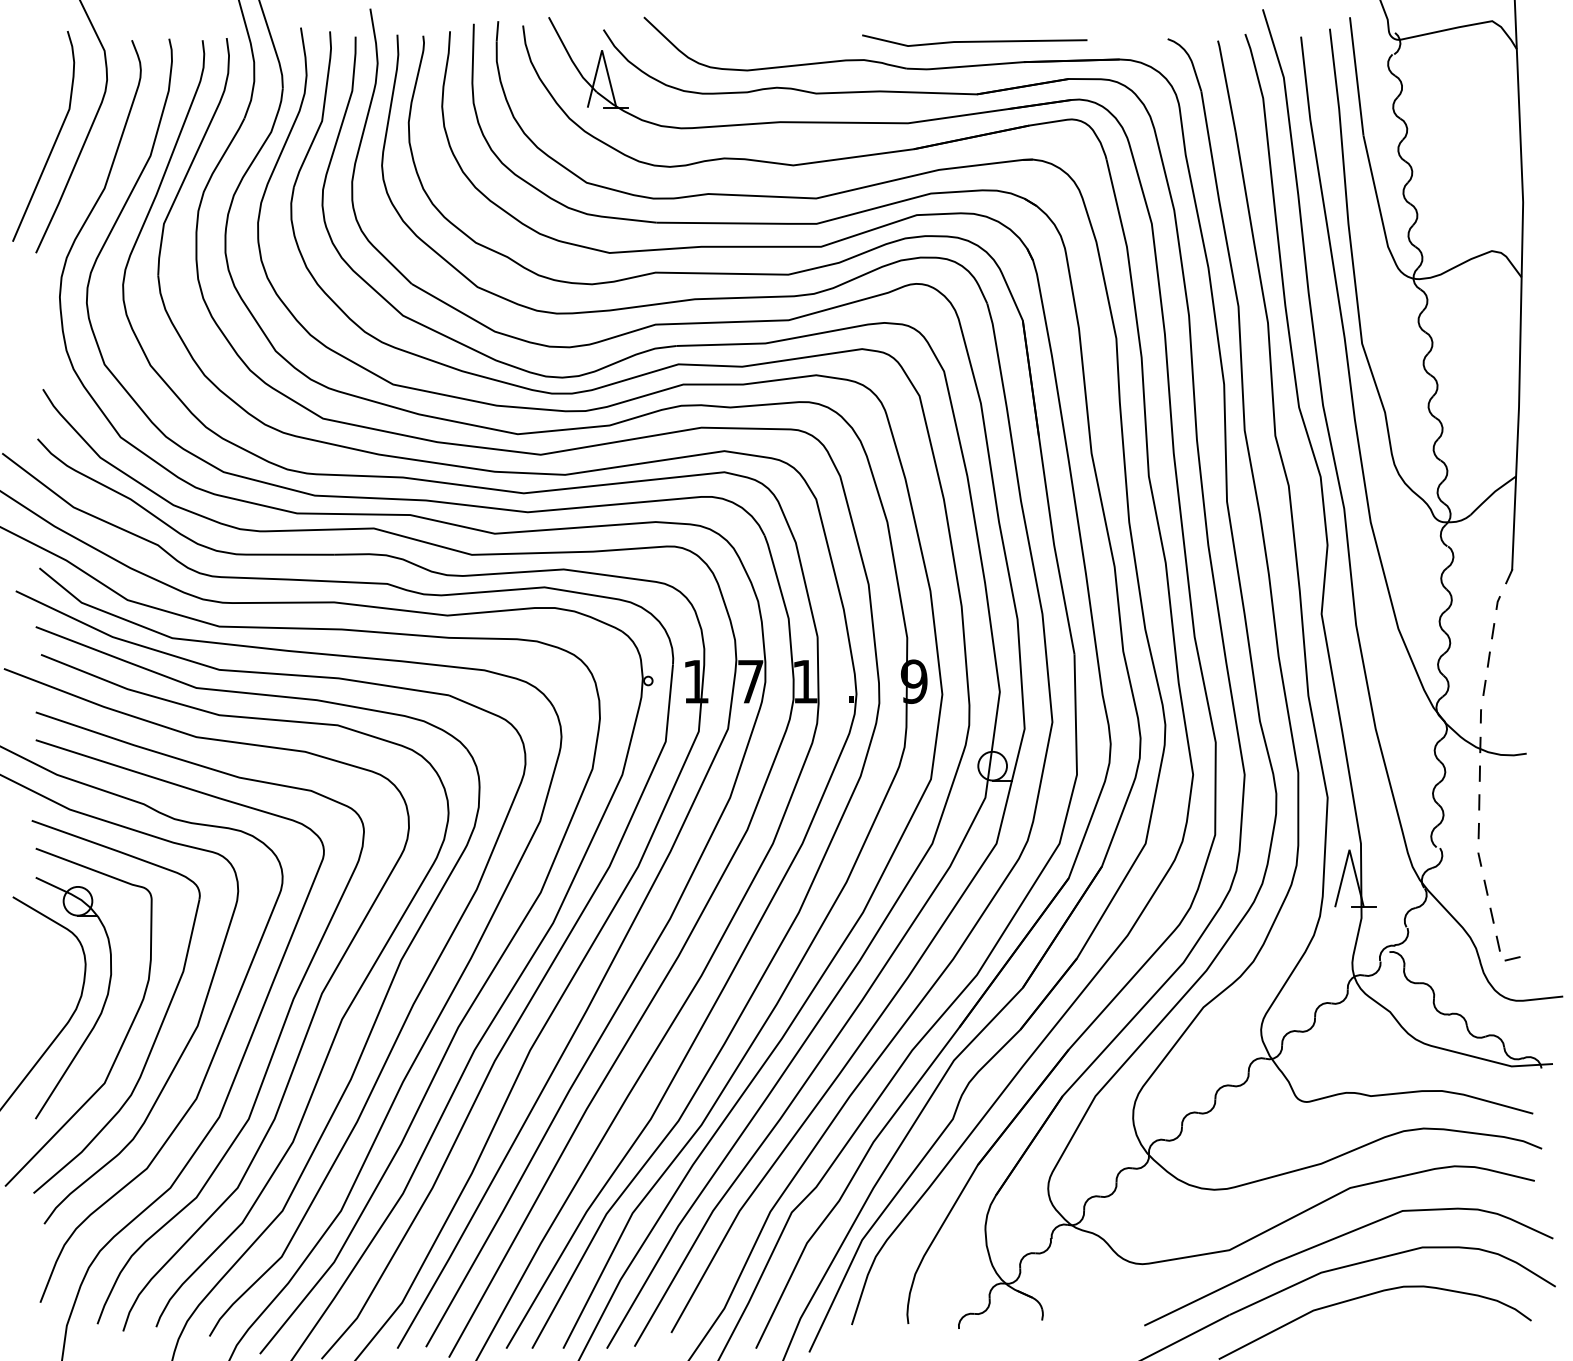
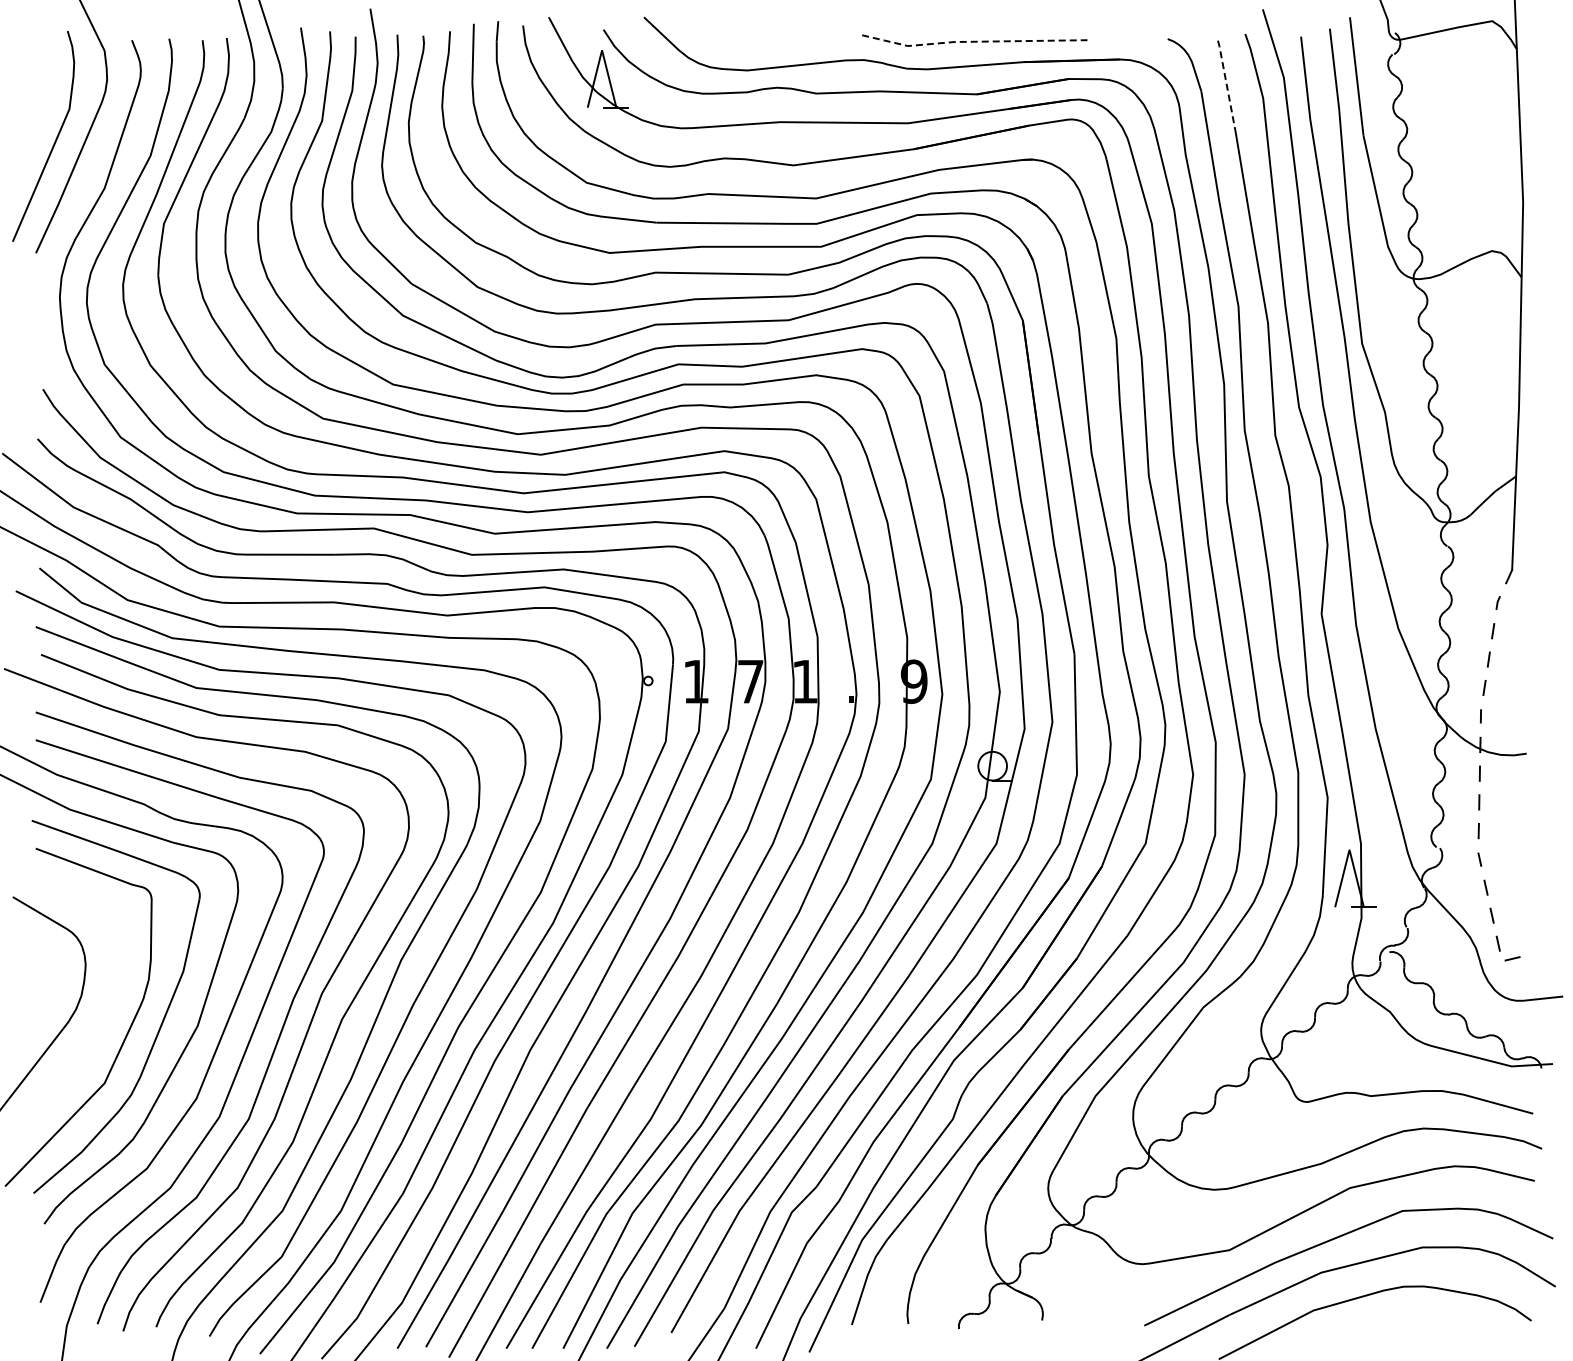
line at (972, 41): solid -> dashed
line at (1227, 86): solid -> dashed
part at (102, 1006): present -> none
